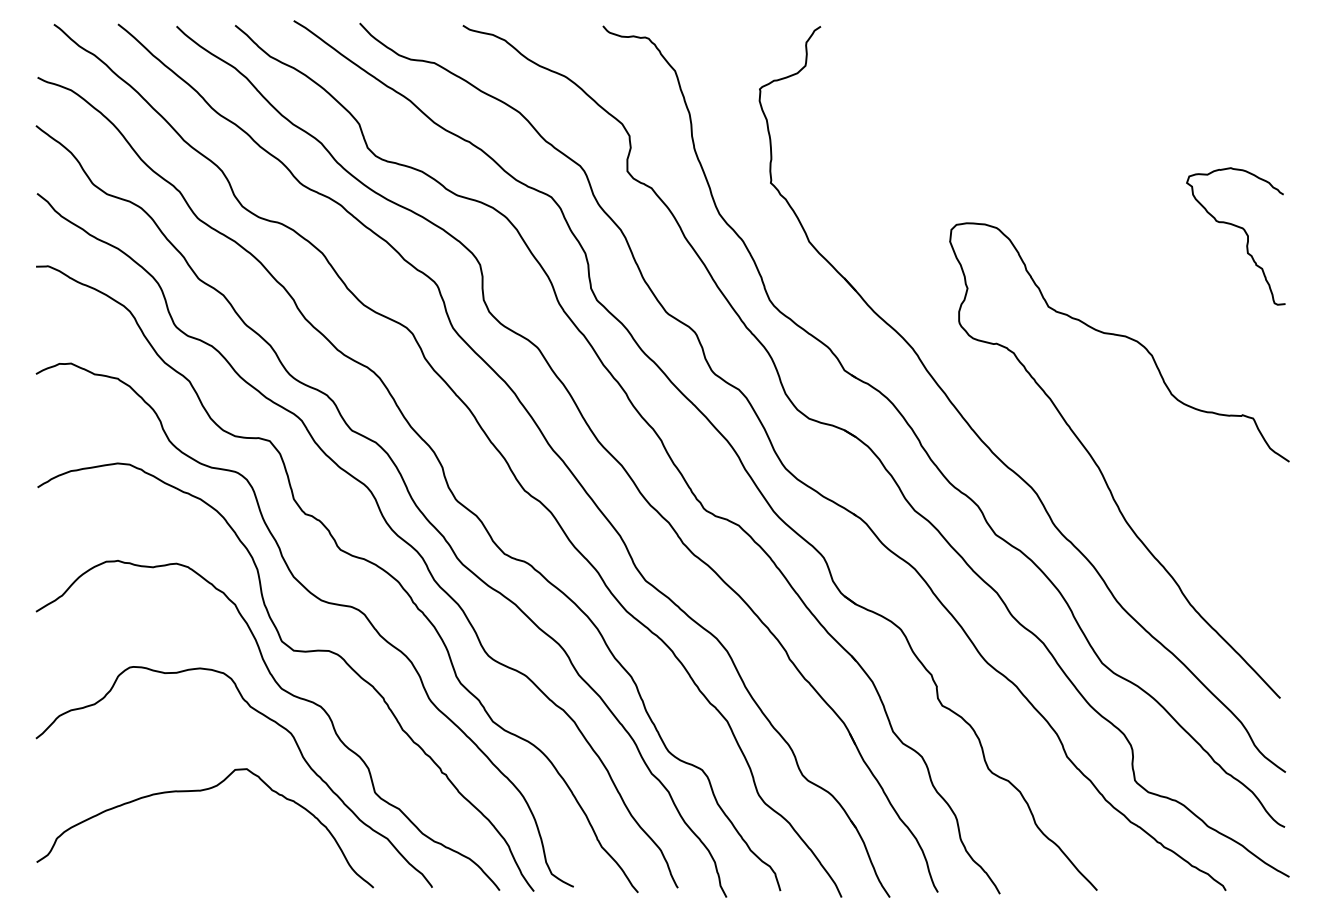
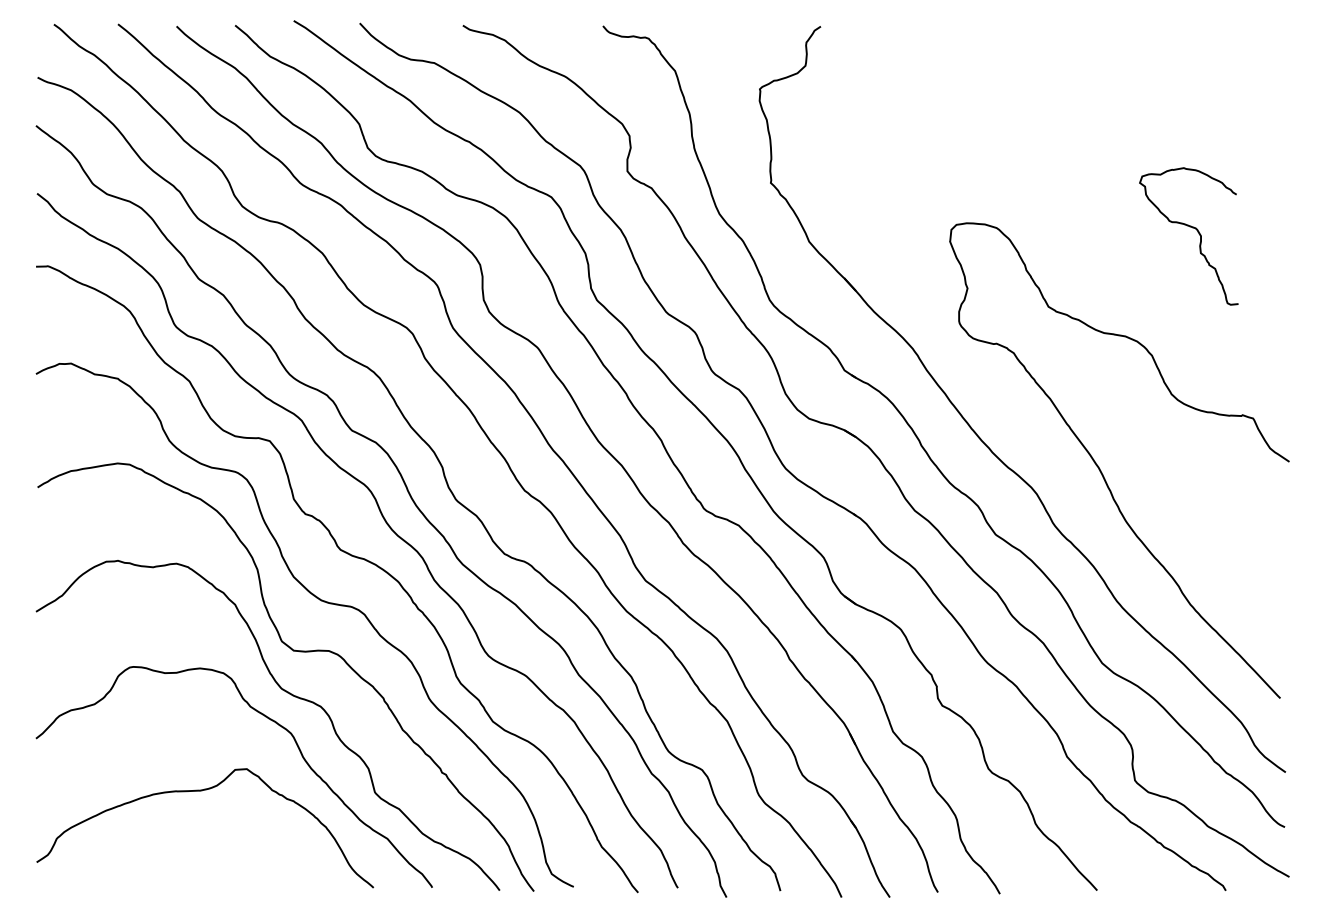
curve at (1239, 228) position: (1239, 228) -> (1192, 228)
